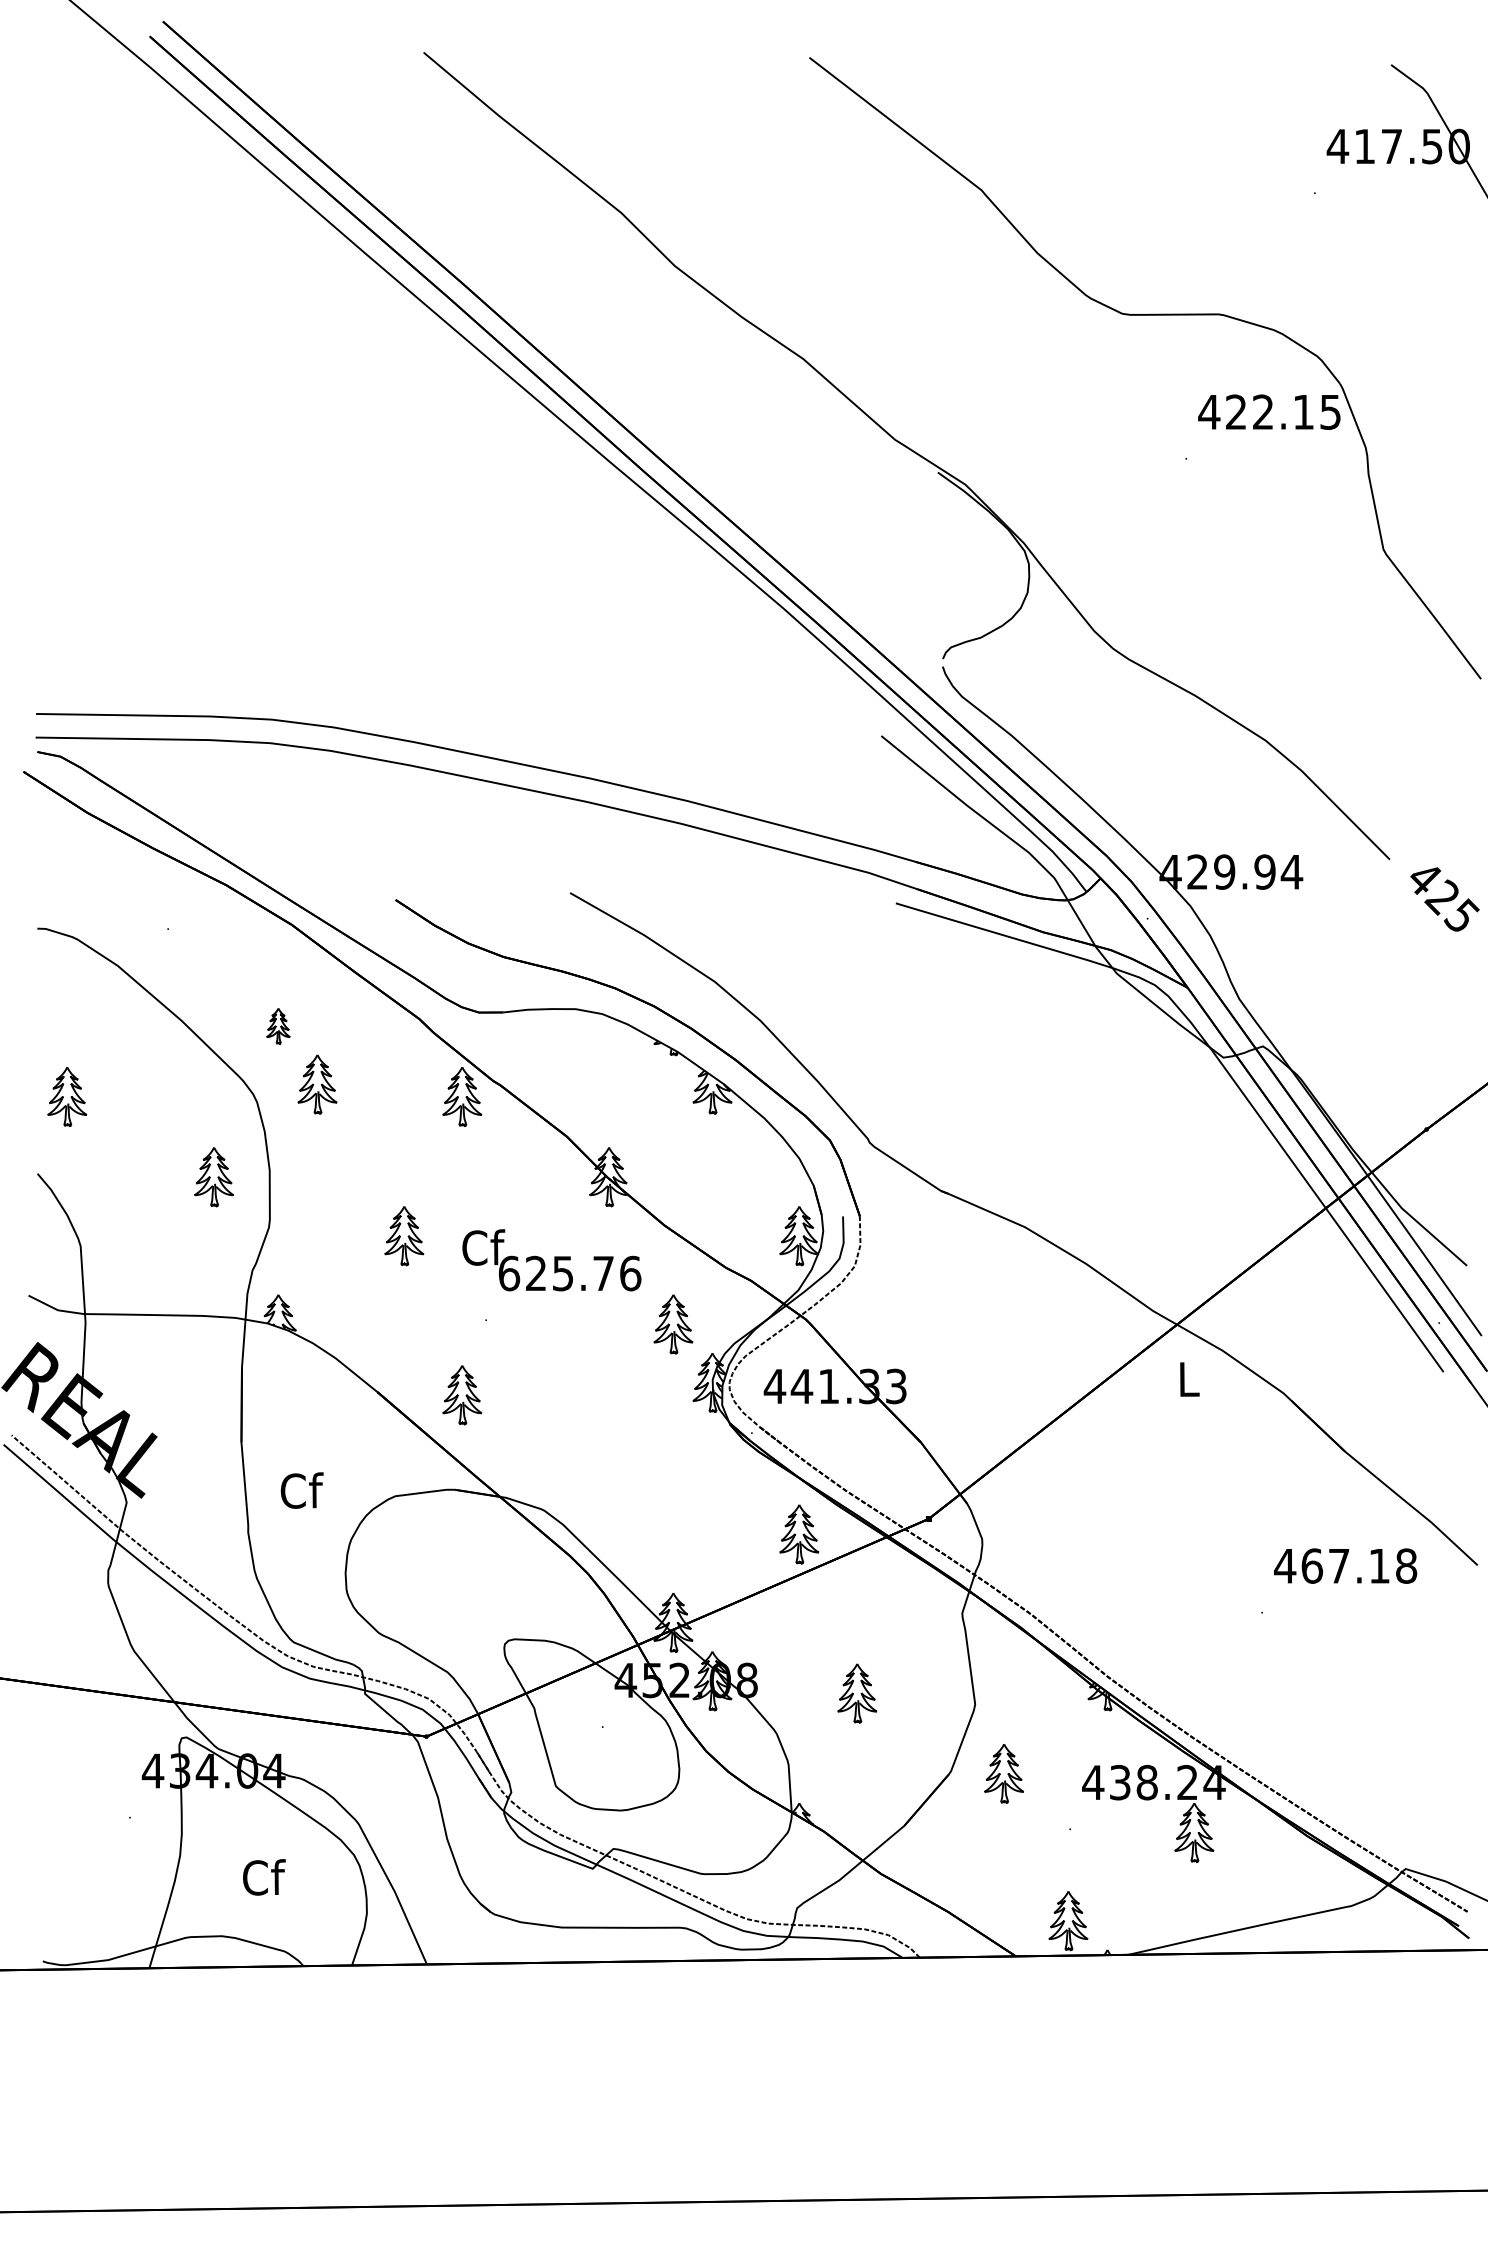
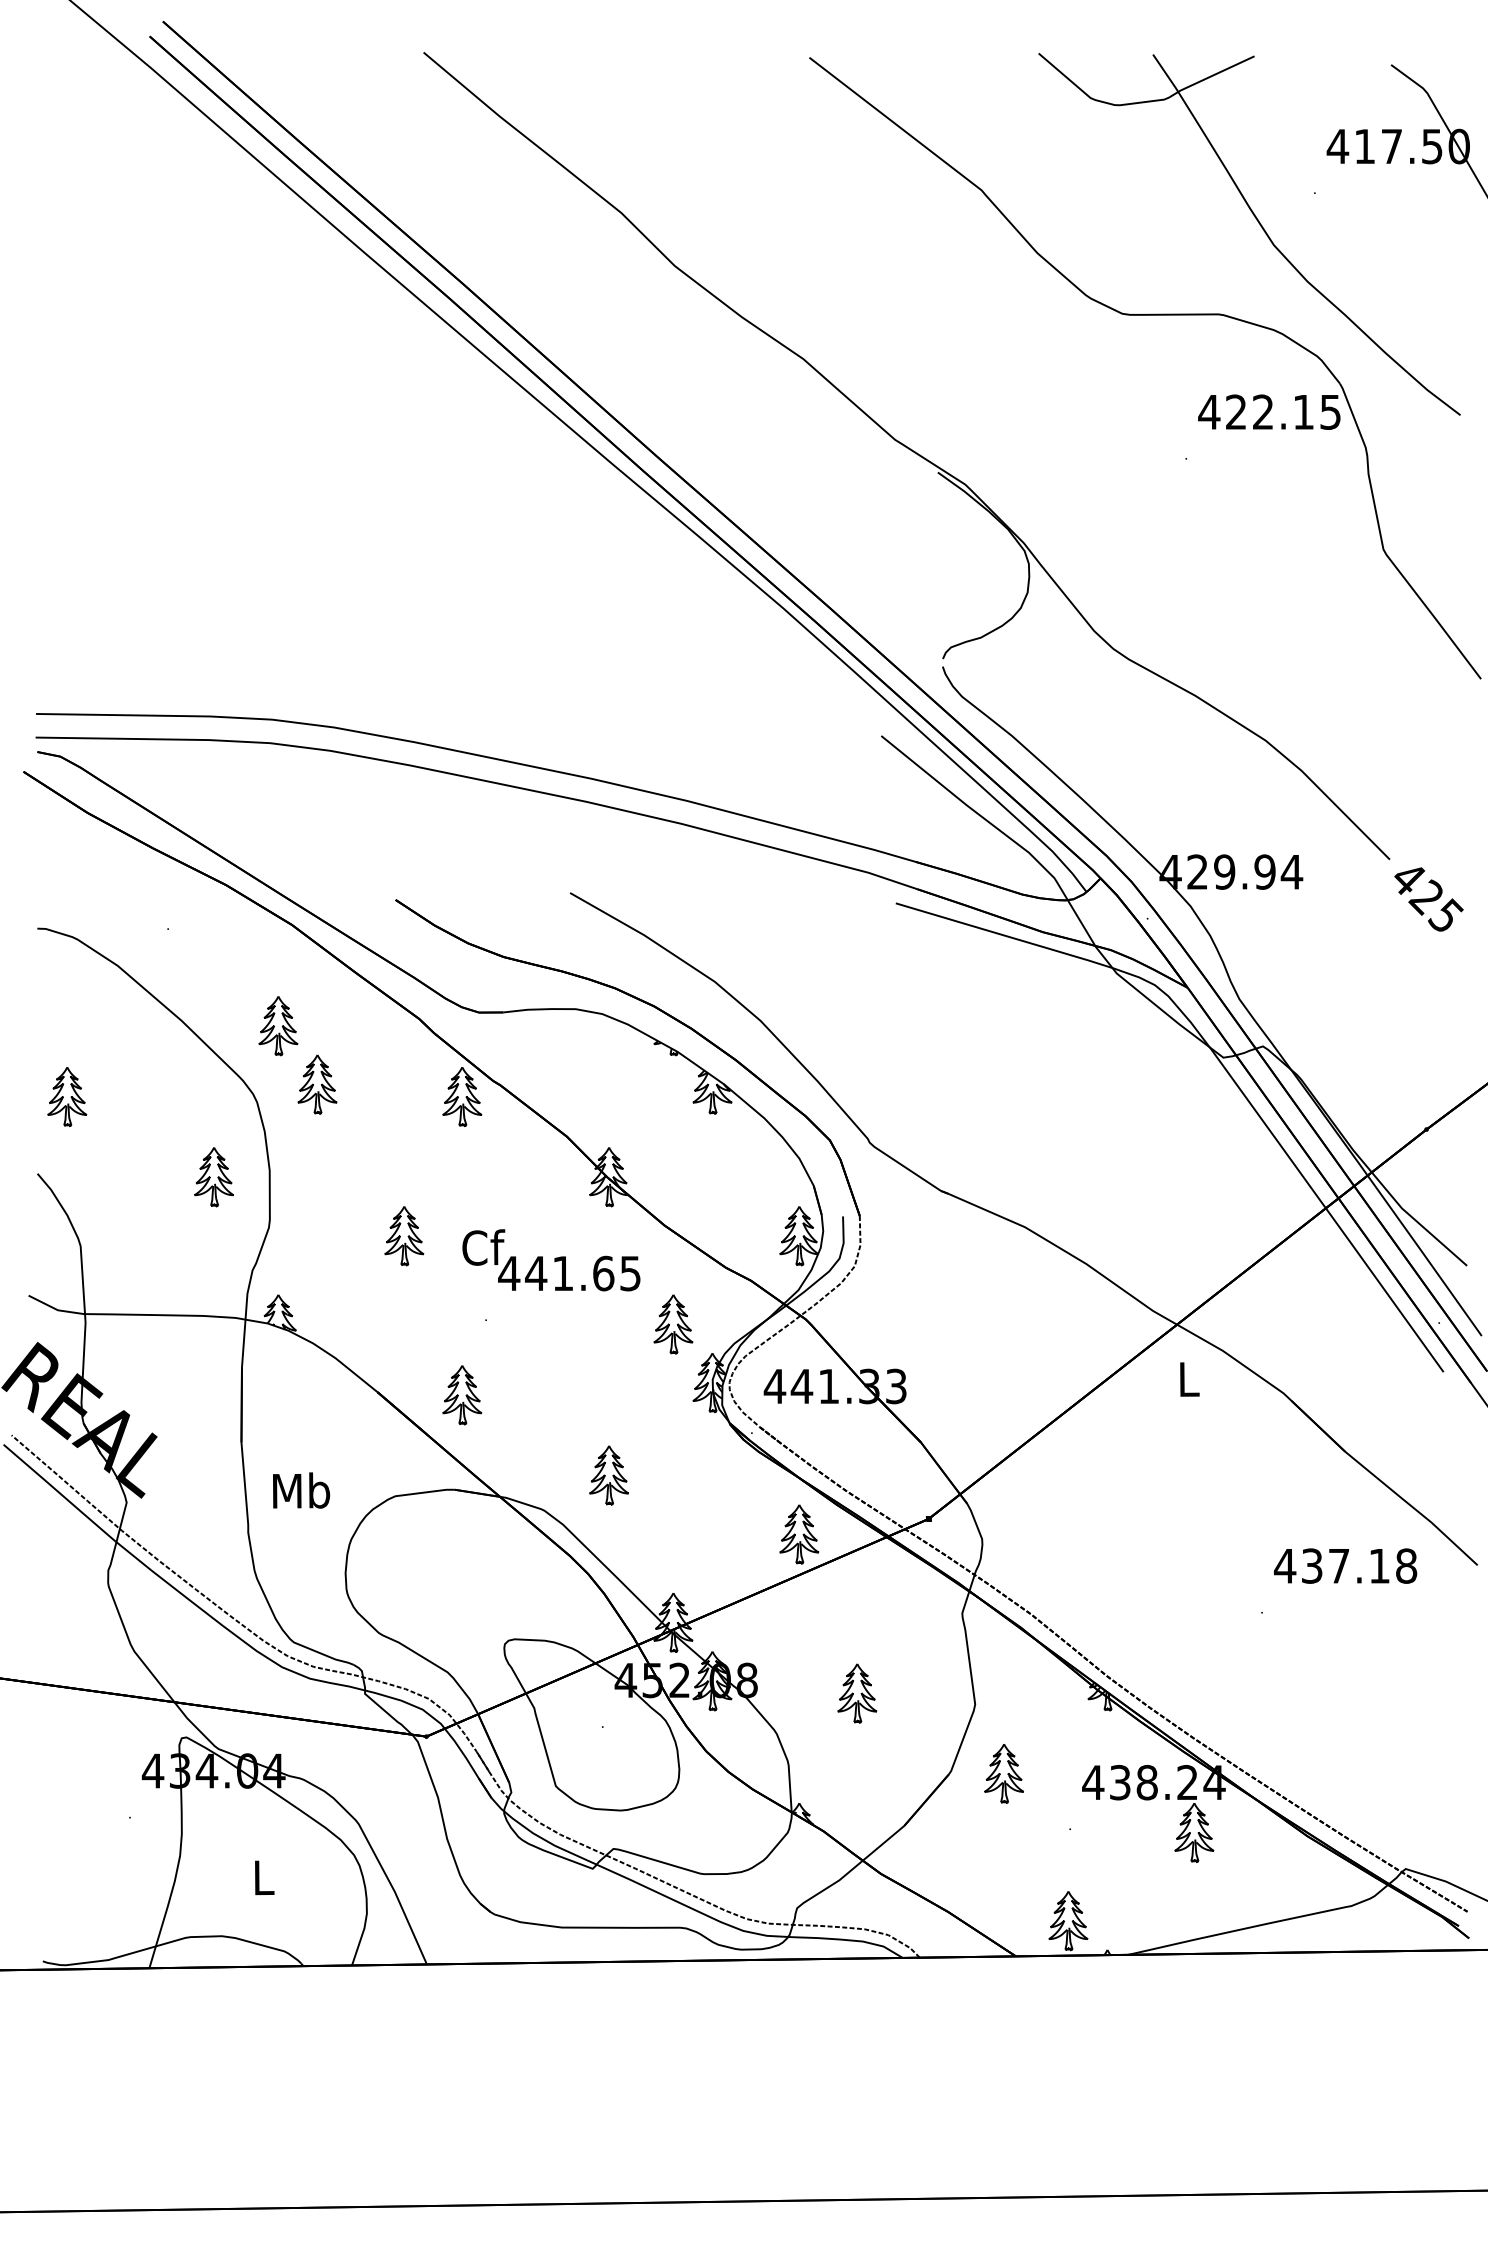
part at (1260, 226): none -> present
text at (1444, 899) position: (1444, 899) -> (1428, 899)
part at (278, 1026) size: 25x37 px -> 41x61 px
text at (569, 1273): 625.76 -> 441.65
part at (608, 1475): none -> present
text at (301, 1490): Cf -> Mb
text at (1312, 1565): 467.18 -> 437.18
text at (264, 1877): Cf -> L
